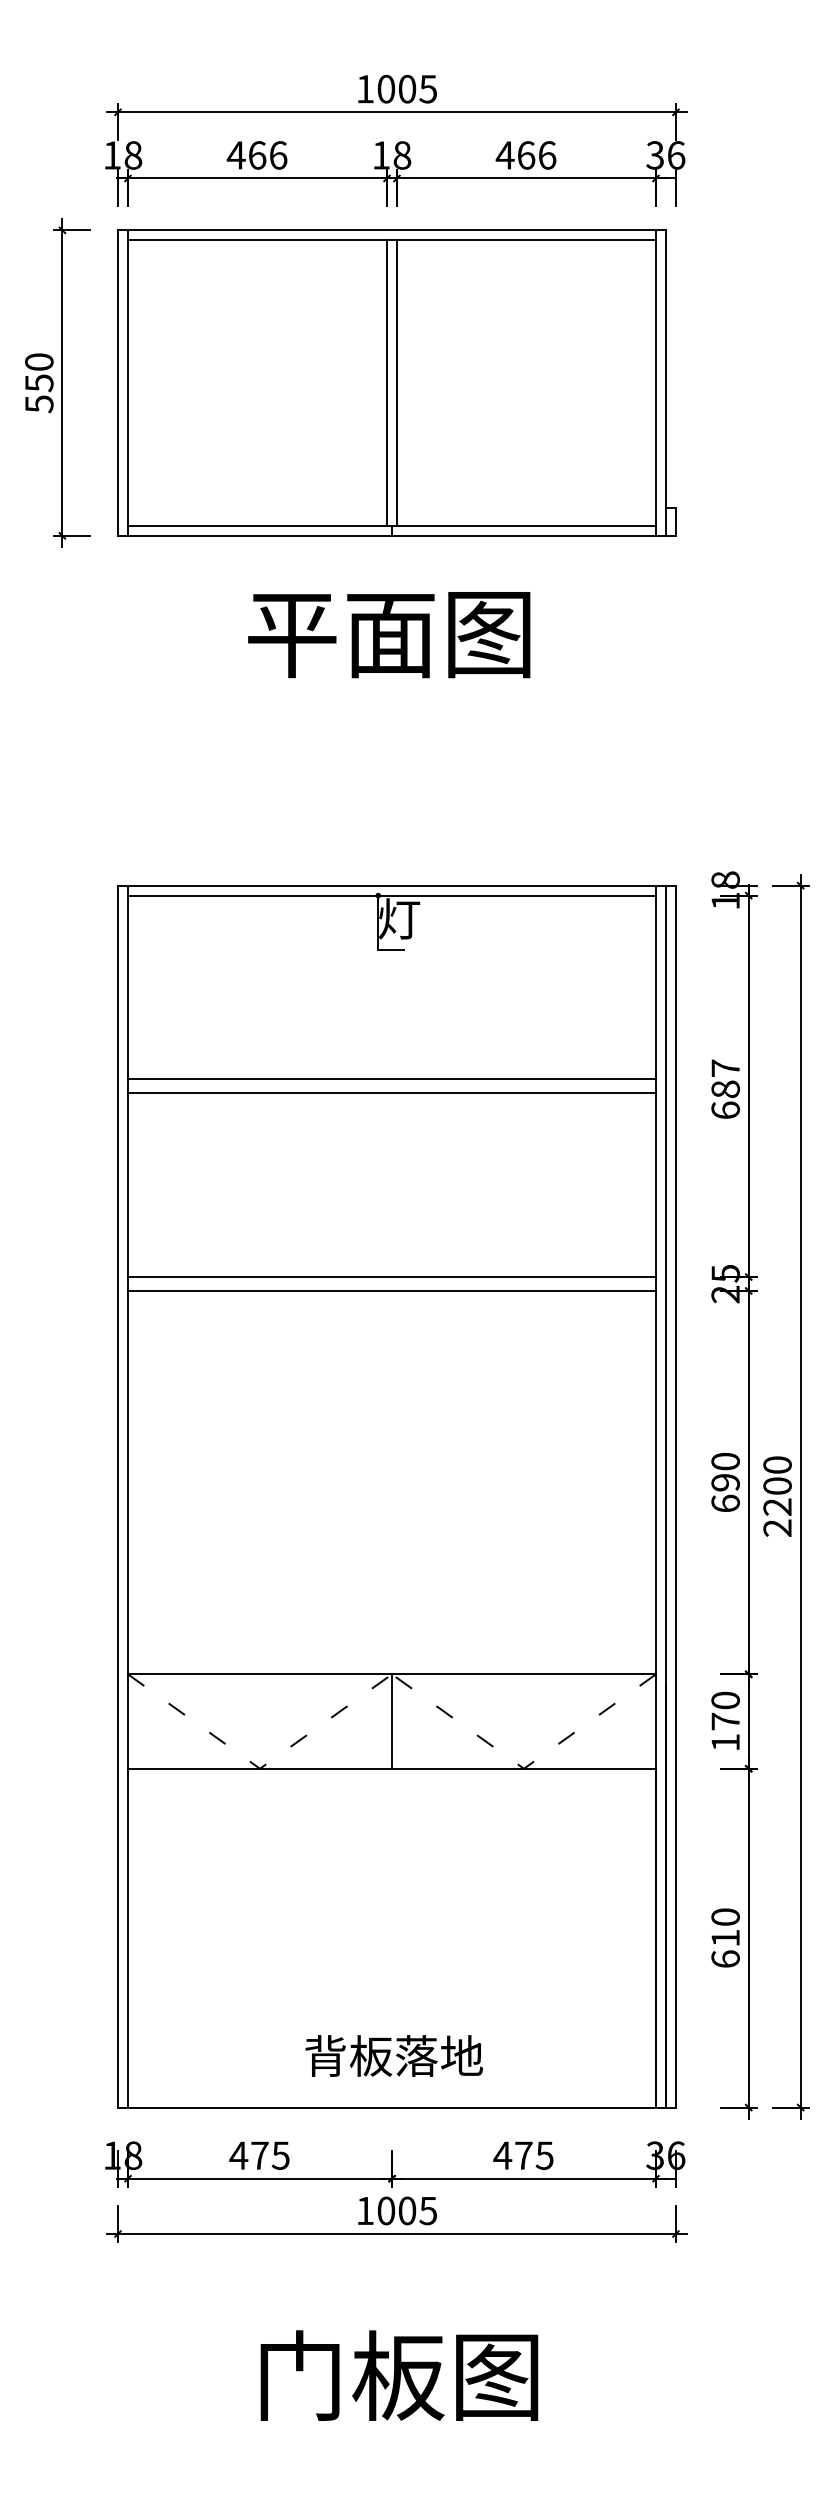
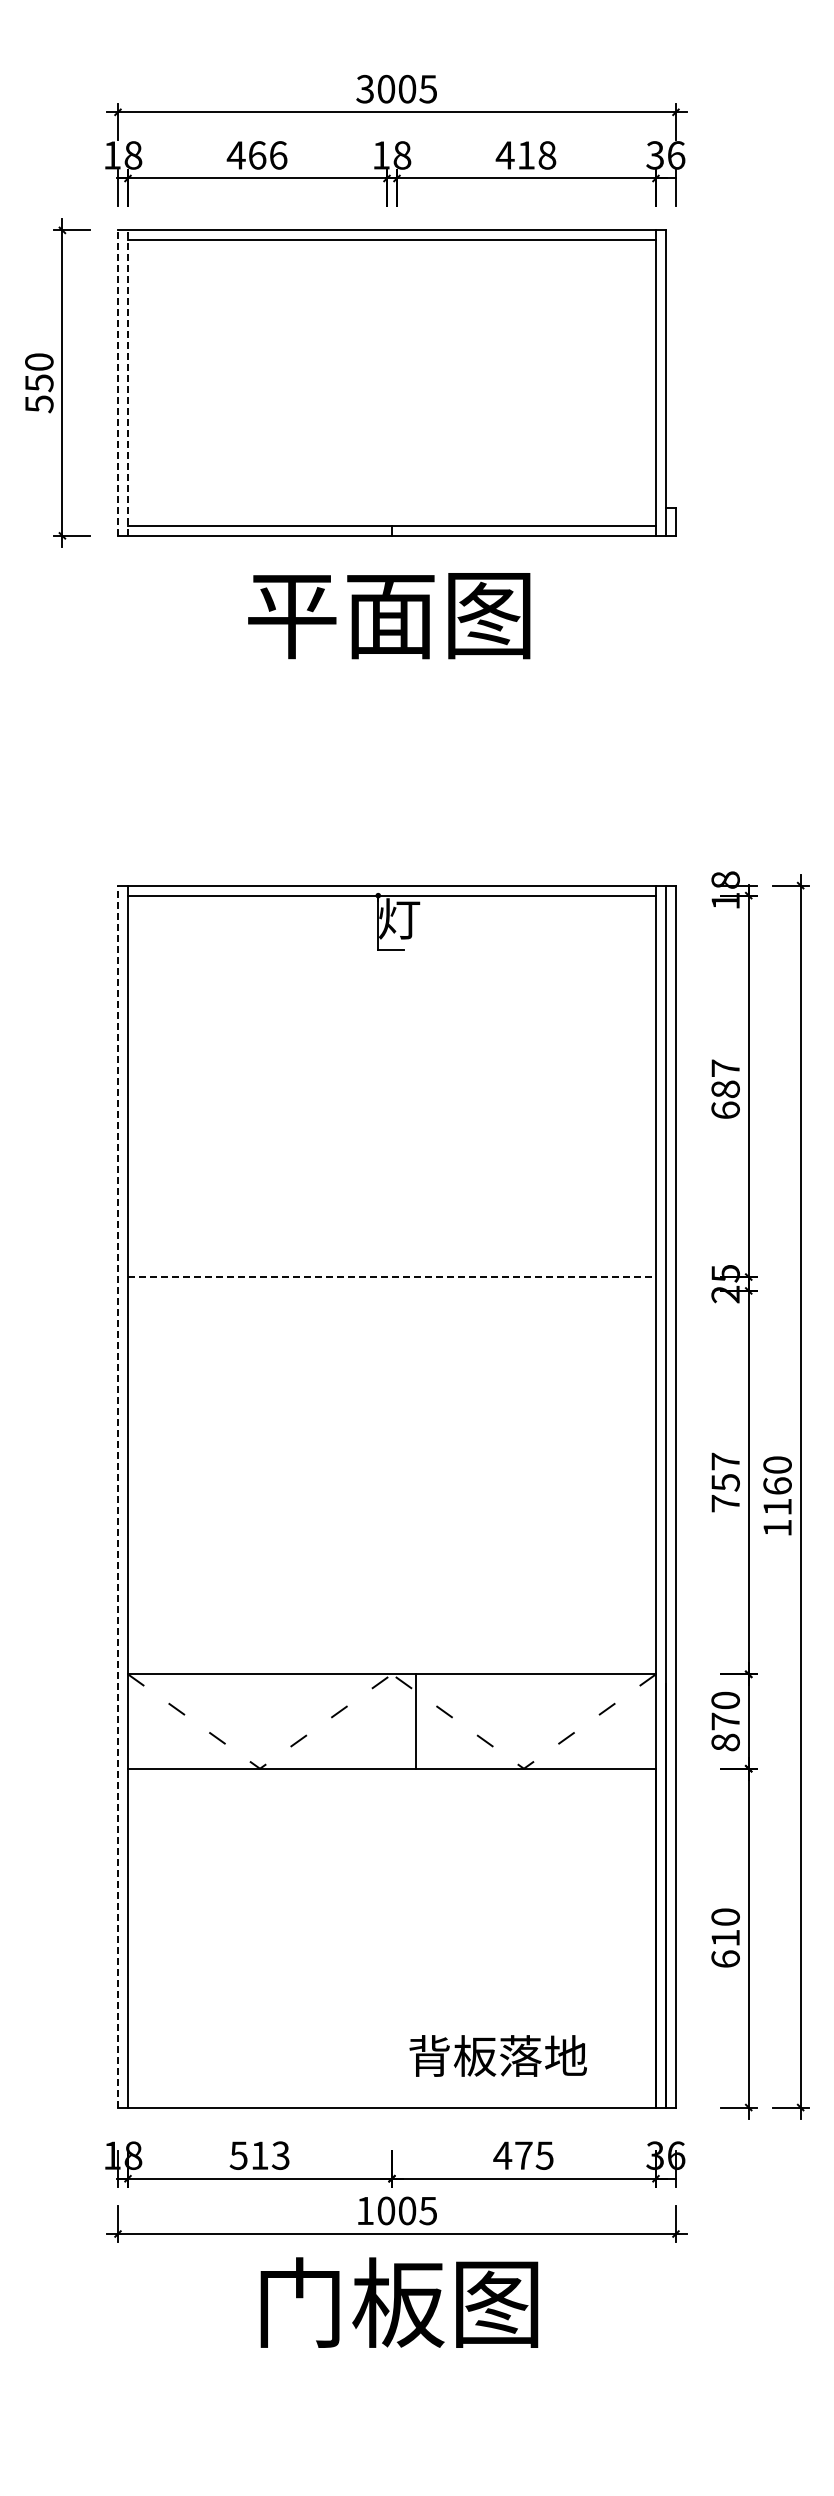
text at (364, 88): 1005 -> 3005
text at (537, 155): 466 -> 418
line at (386, 382): present -> none
line at (396, 382): present -> none
line at (118, 383): solid -> dashed
line at (128, 383): solid -> dashed
text at (389, 635) position: (389, 635) -> (389, 616)
line at (391, 1079): present -> none
line at (391, 1092): present -> none
line at (391, 1277): solid -> dashed
line at (391, 1290): present -> none
text at (725, 1482): 690 -> 757
line at (118, 1496): solid -> dashed
text at (777, 1506): 2200 -> 1160
line at (391, 1721) position: (391, 1721) -> (415, 1721)
text at (725, 1742): 170 -> 870
text at (393, 2055) position: (393, 2055) -> (497, 2055)
text at (259, 2155): 475 -> 513
text at (399, 2375) position: (399, 2375) -> (399, 2302)
